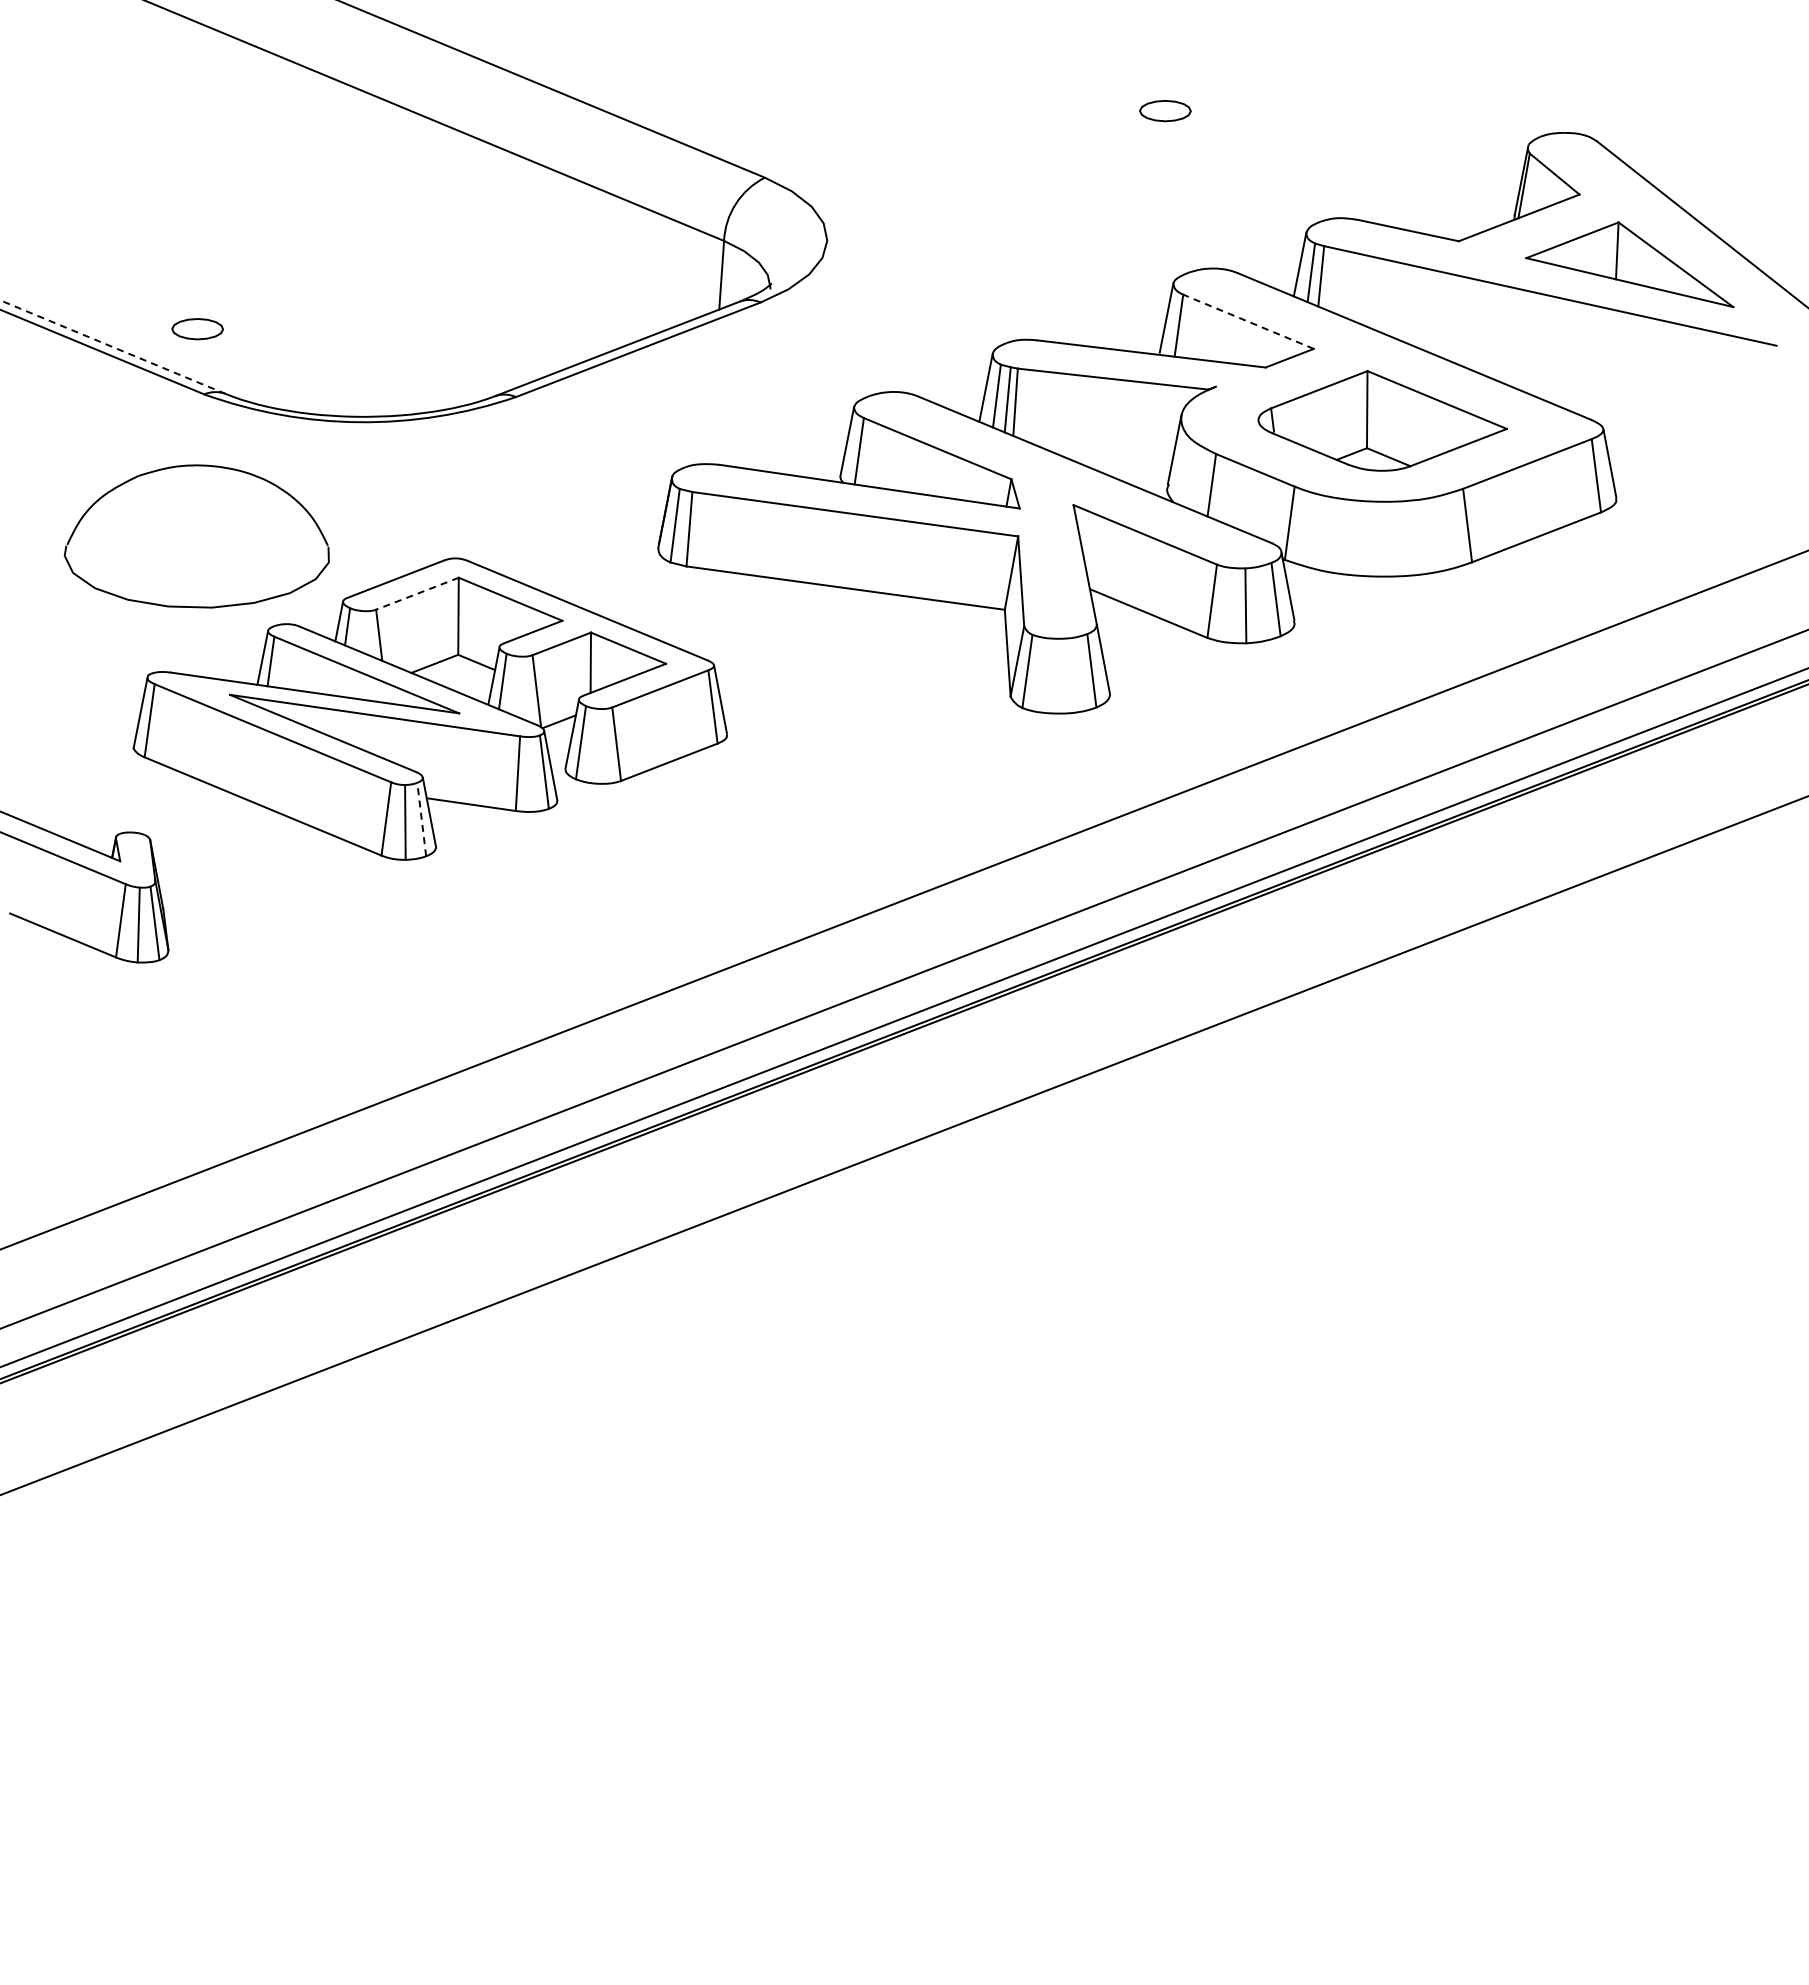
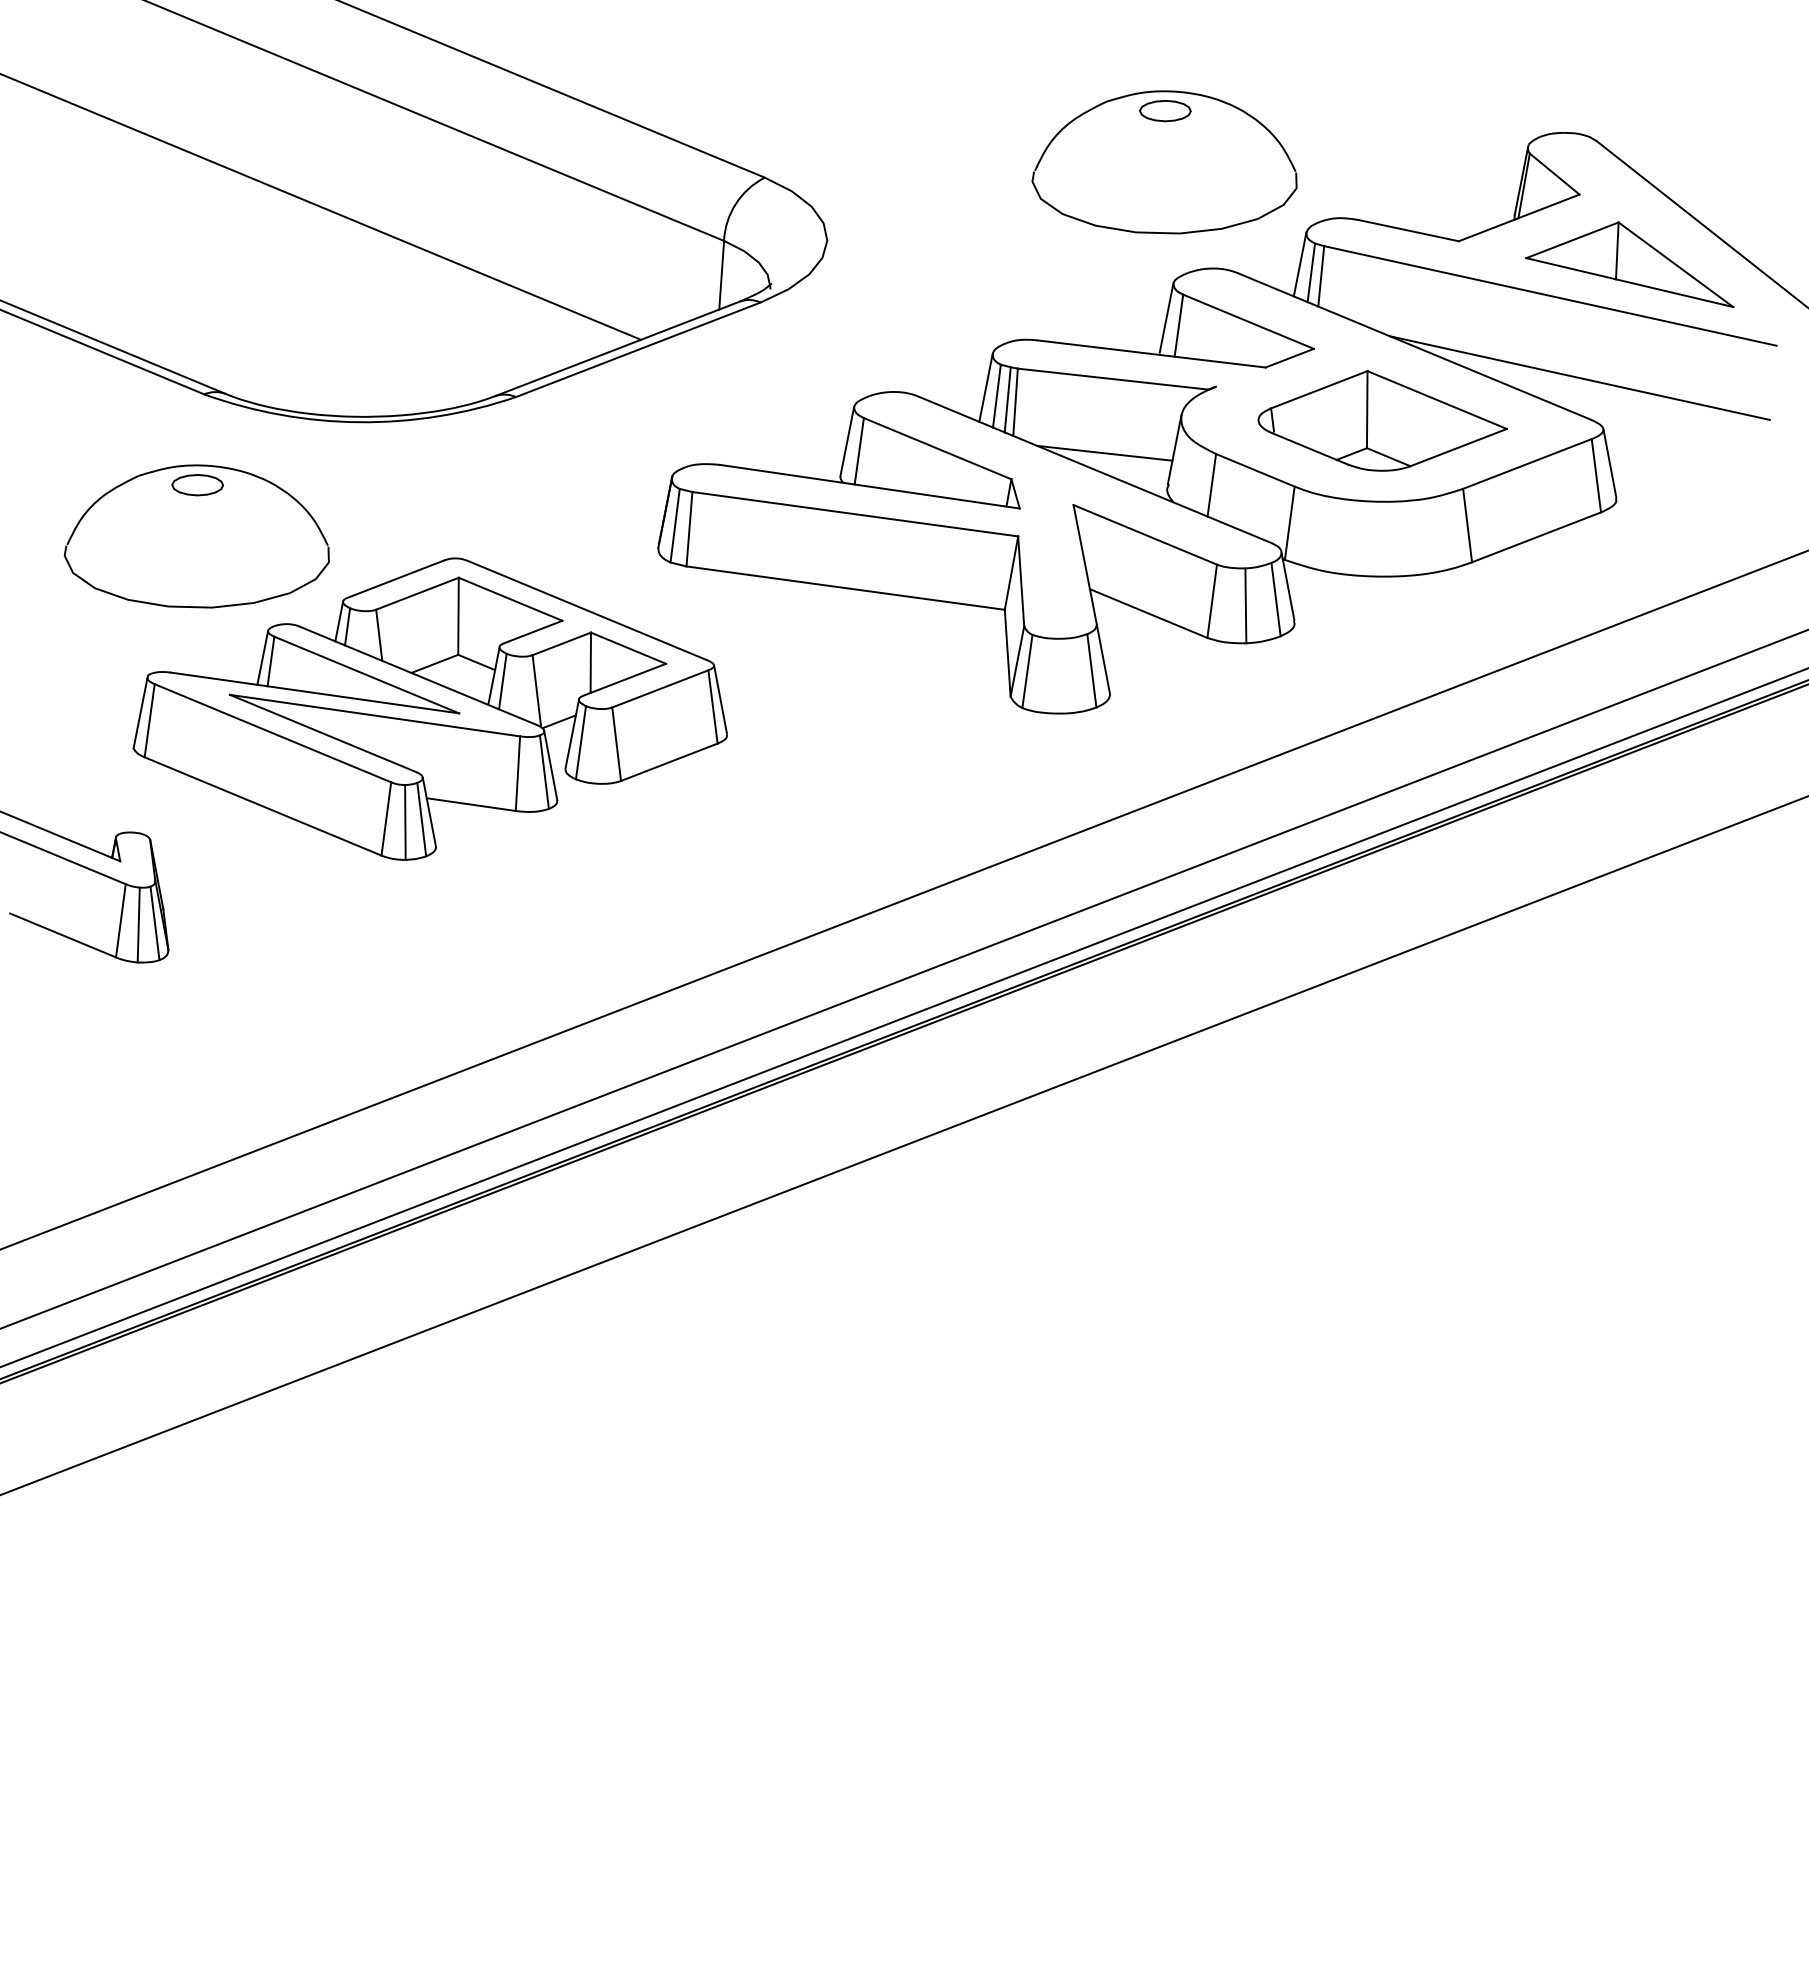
part at (1164, 162): none -> present
line at (321, 206): none -> present
line at (1248, 321): dashed -> solid
part at (197, 329) position: (197, 329) -> (197, 485)
line at (113, 347): dashed -> solid
line at (1579, 377): none -> present
line at (1104, 452): none -> present
line at (417, 593): dashed -> solid
line at (421, 819): dashed -> solid
